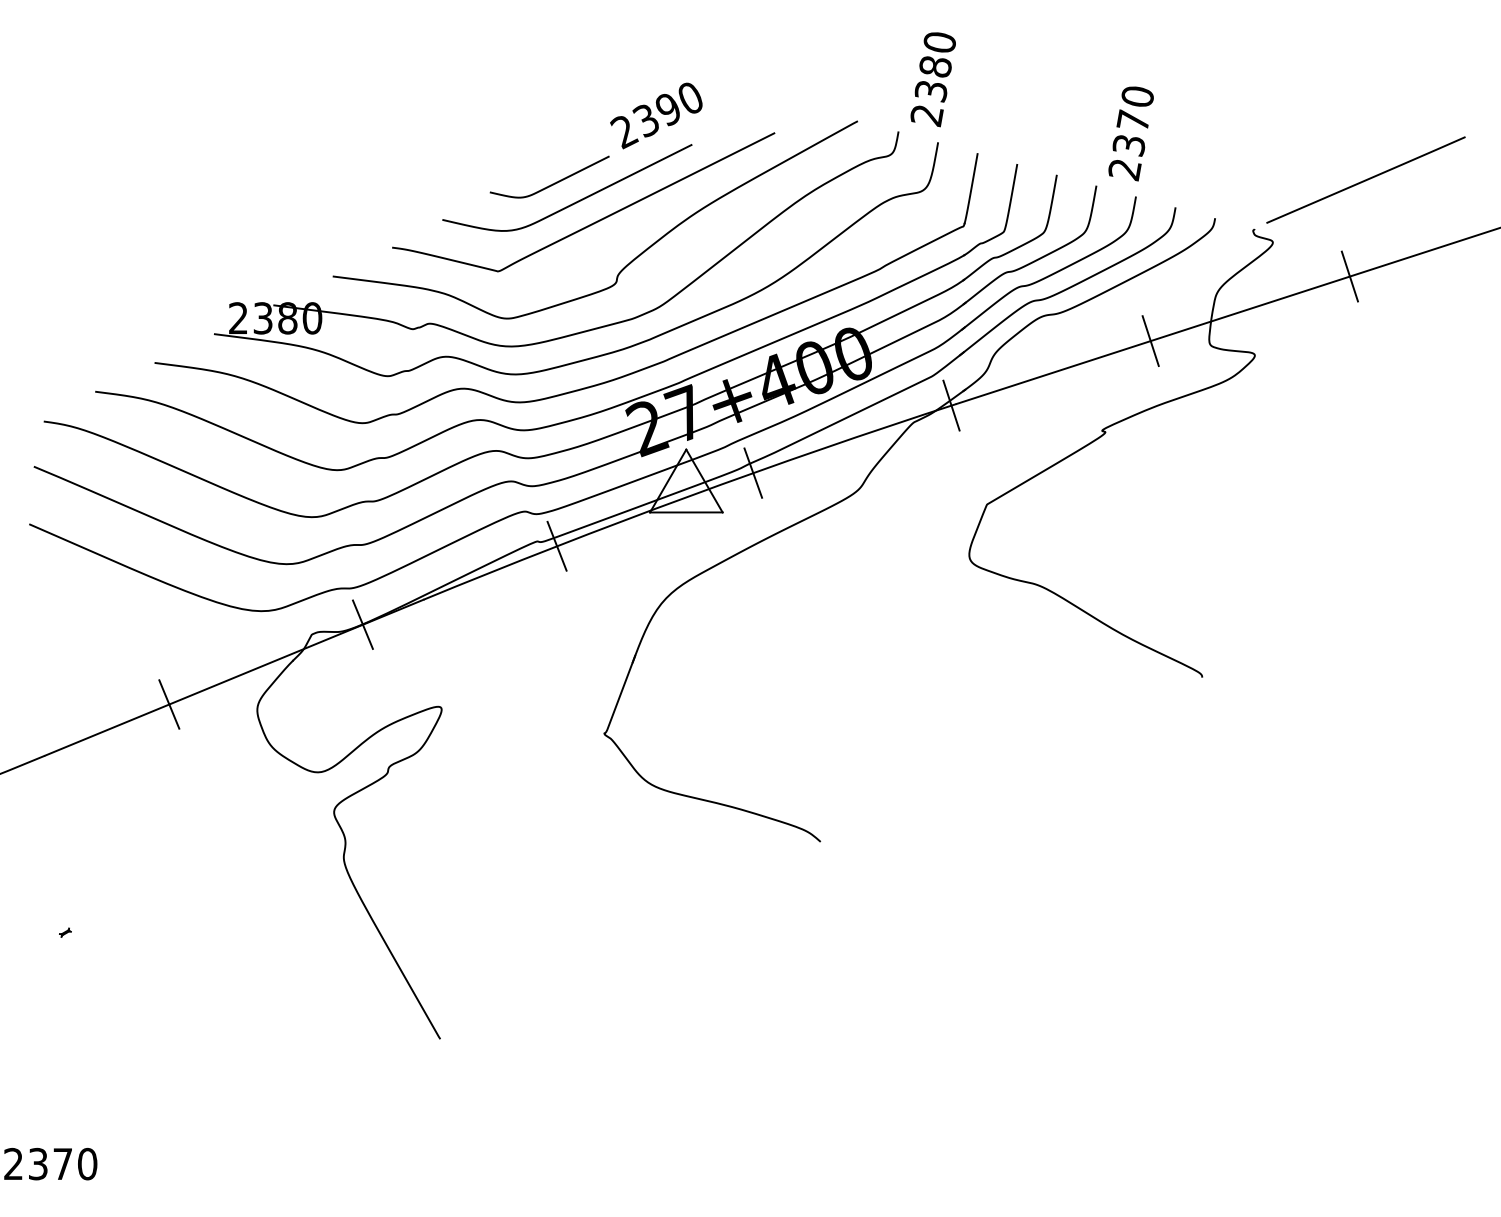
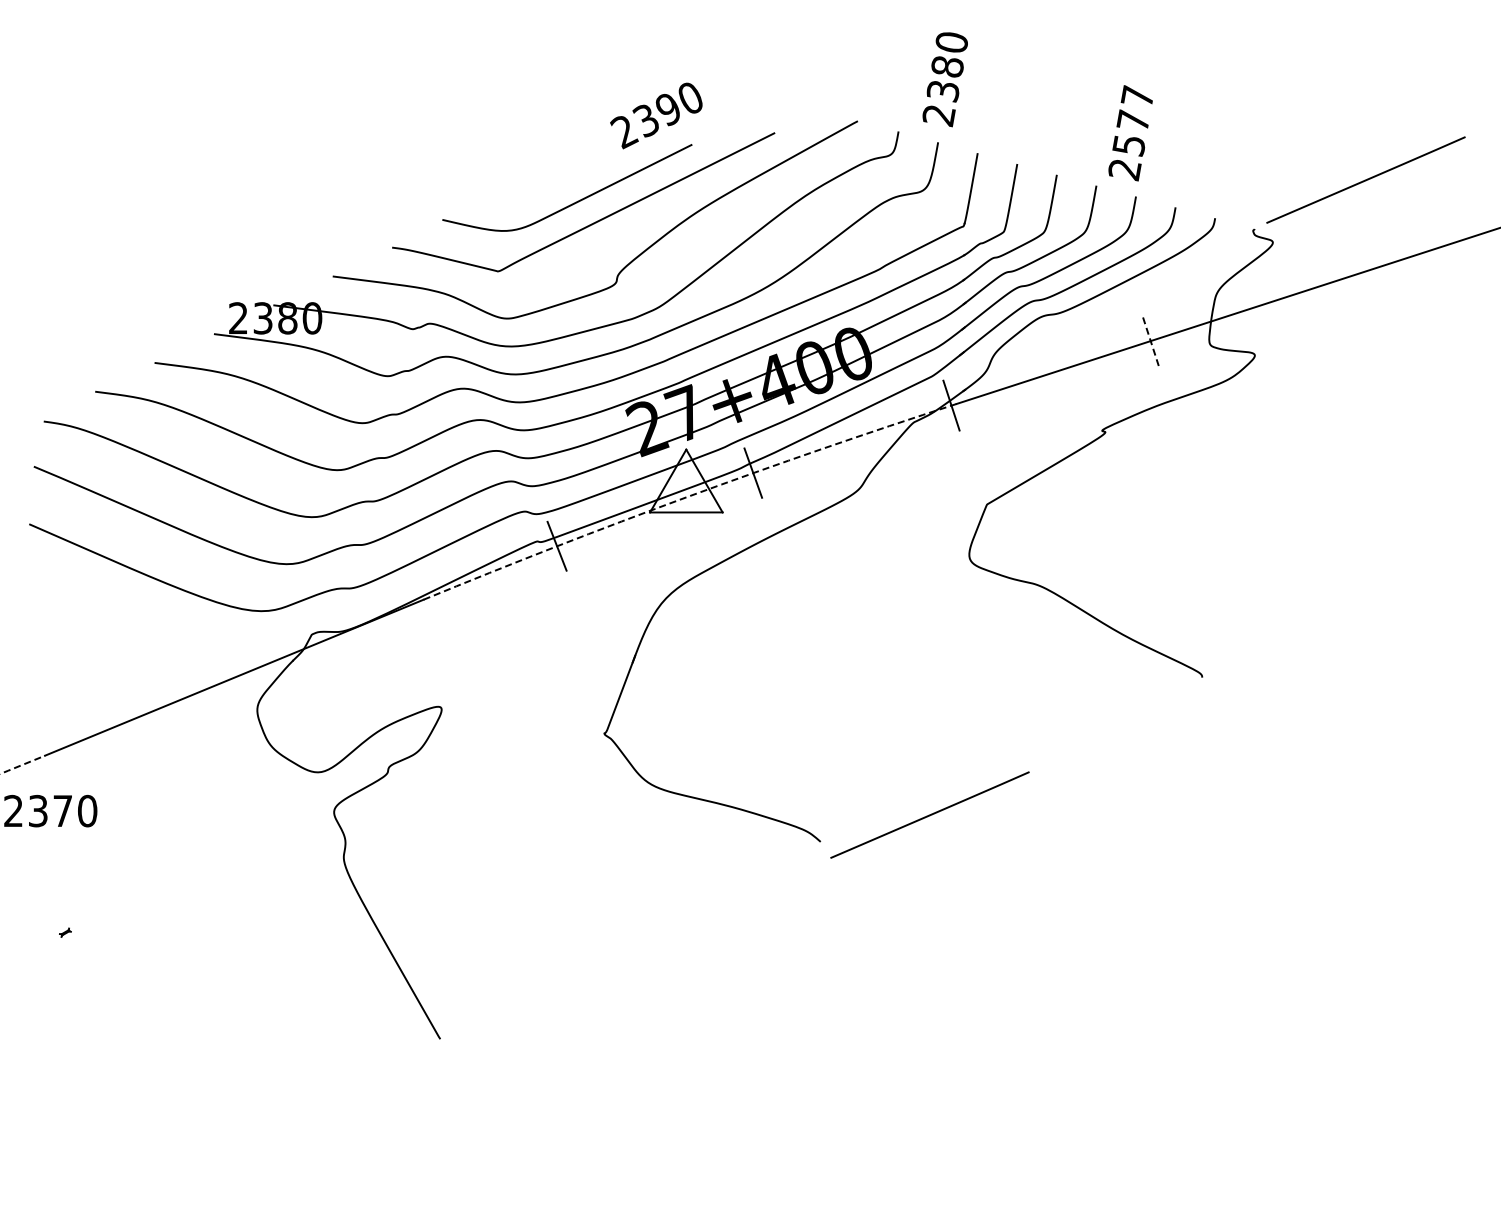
text at (932, 79) position: (932, 79) -> (944, 79)
text at (1132, 120): 2370 -> 2577
curve at (552, 183): present -> none
line at (1349, 276): present -> none
line at (1150, 340): solid -> dashed
arc at (688, 496): solid -> dashed
line at (362, 624): present -> none
line at (169, 704): present -> none
arc at (22, 764): solid -> dashed
line at (929, 814): none -> present
text at (50, 1164) position: (50, 1164) -> (50, 811)
